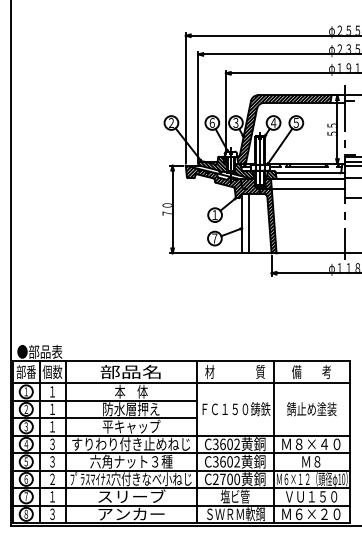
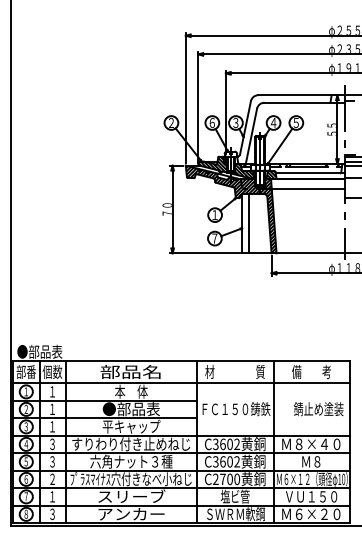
hatch at (284, 129): present -> none
text at (130, 409): 防水層押え -> ●部品表
text at (311, 409) position: (311, 409) -> (318, 409)
